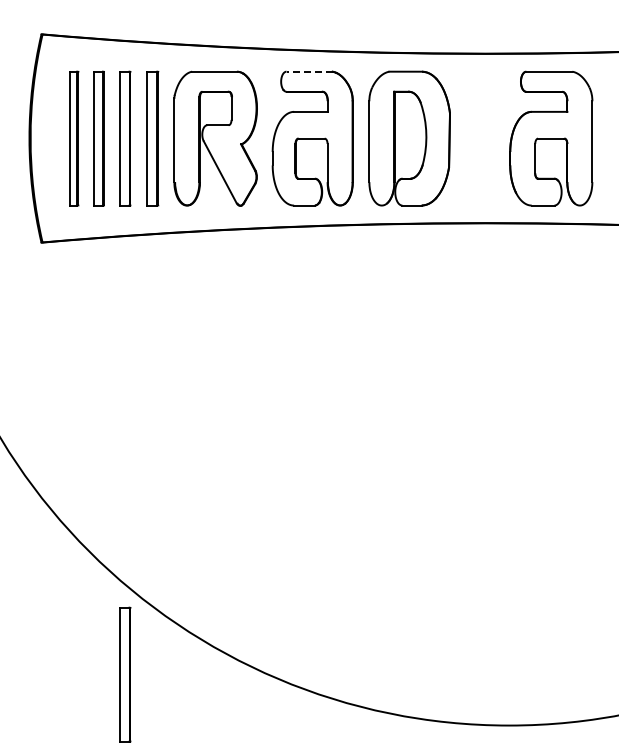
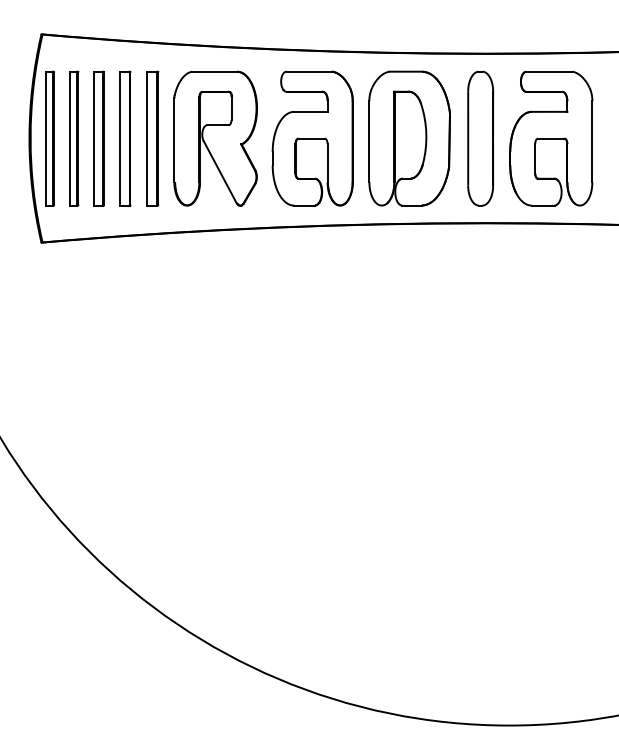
line at (309, 71): dashed -> solid
part at (49, 138): none -> present
part at (480, 138): none -> present
part at (125, 674): present -> none
